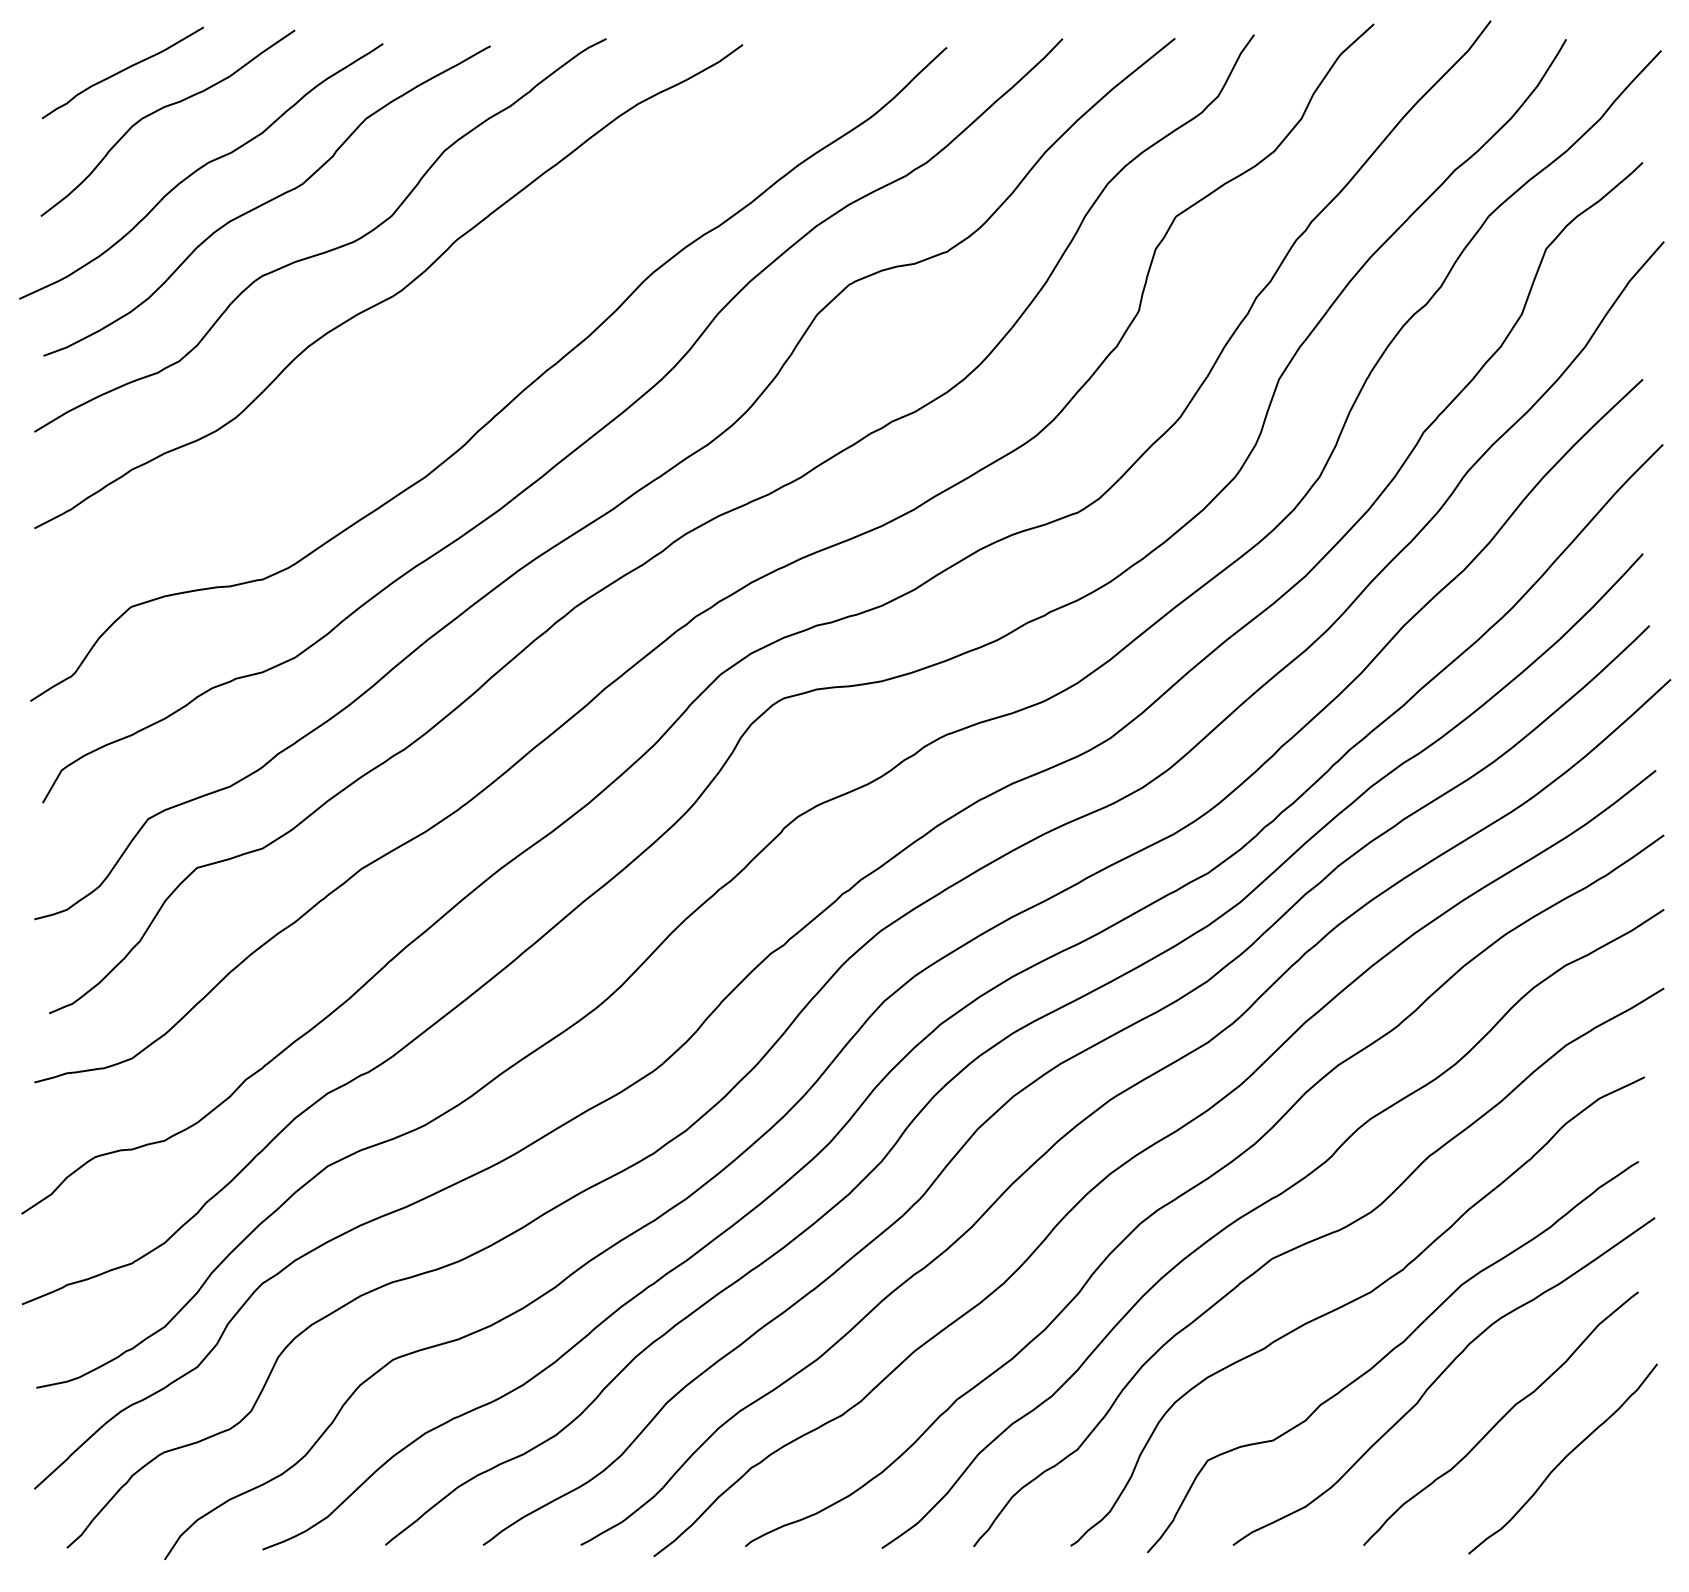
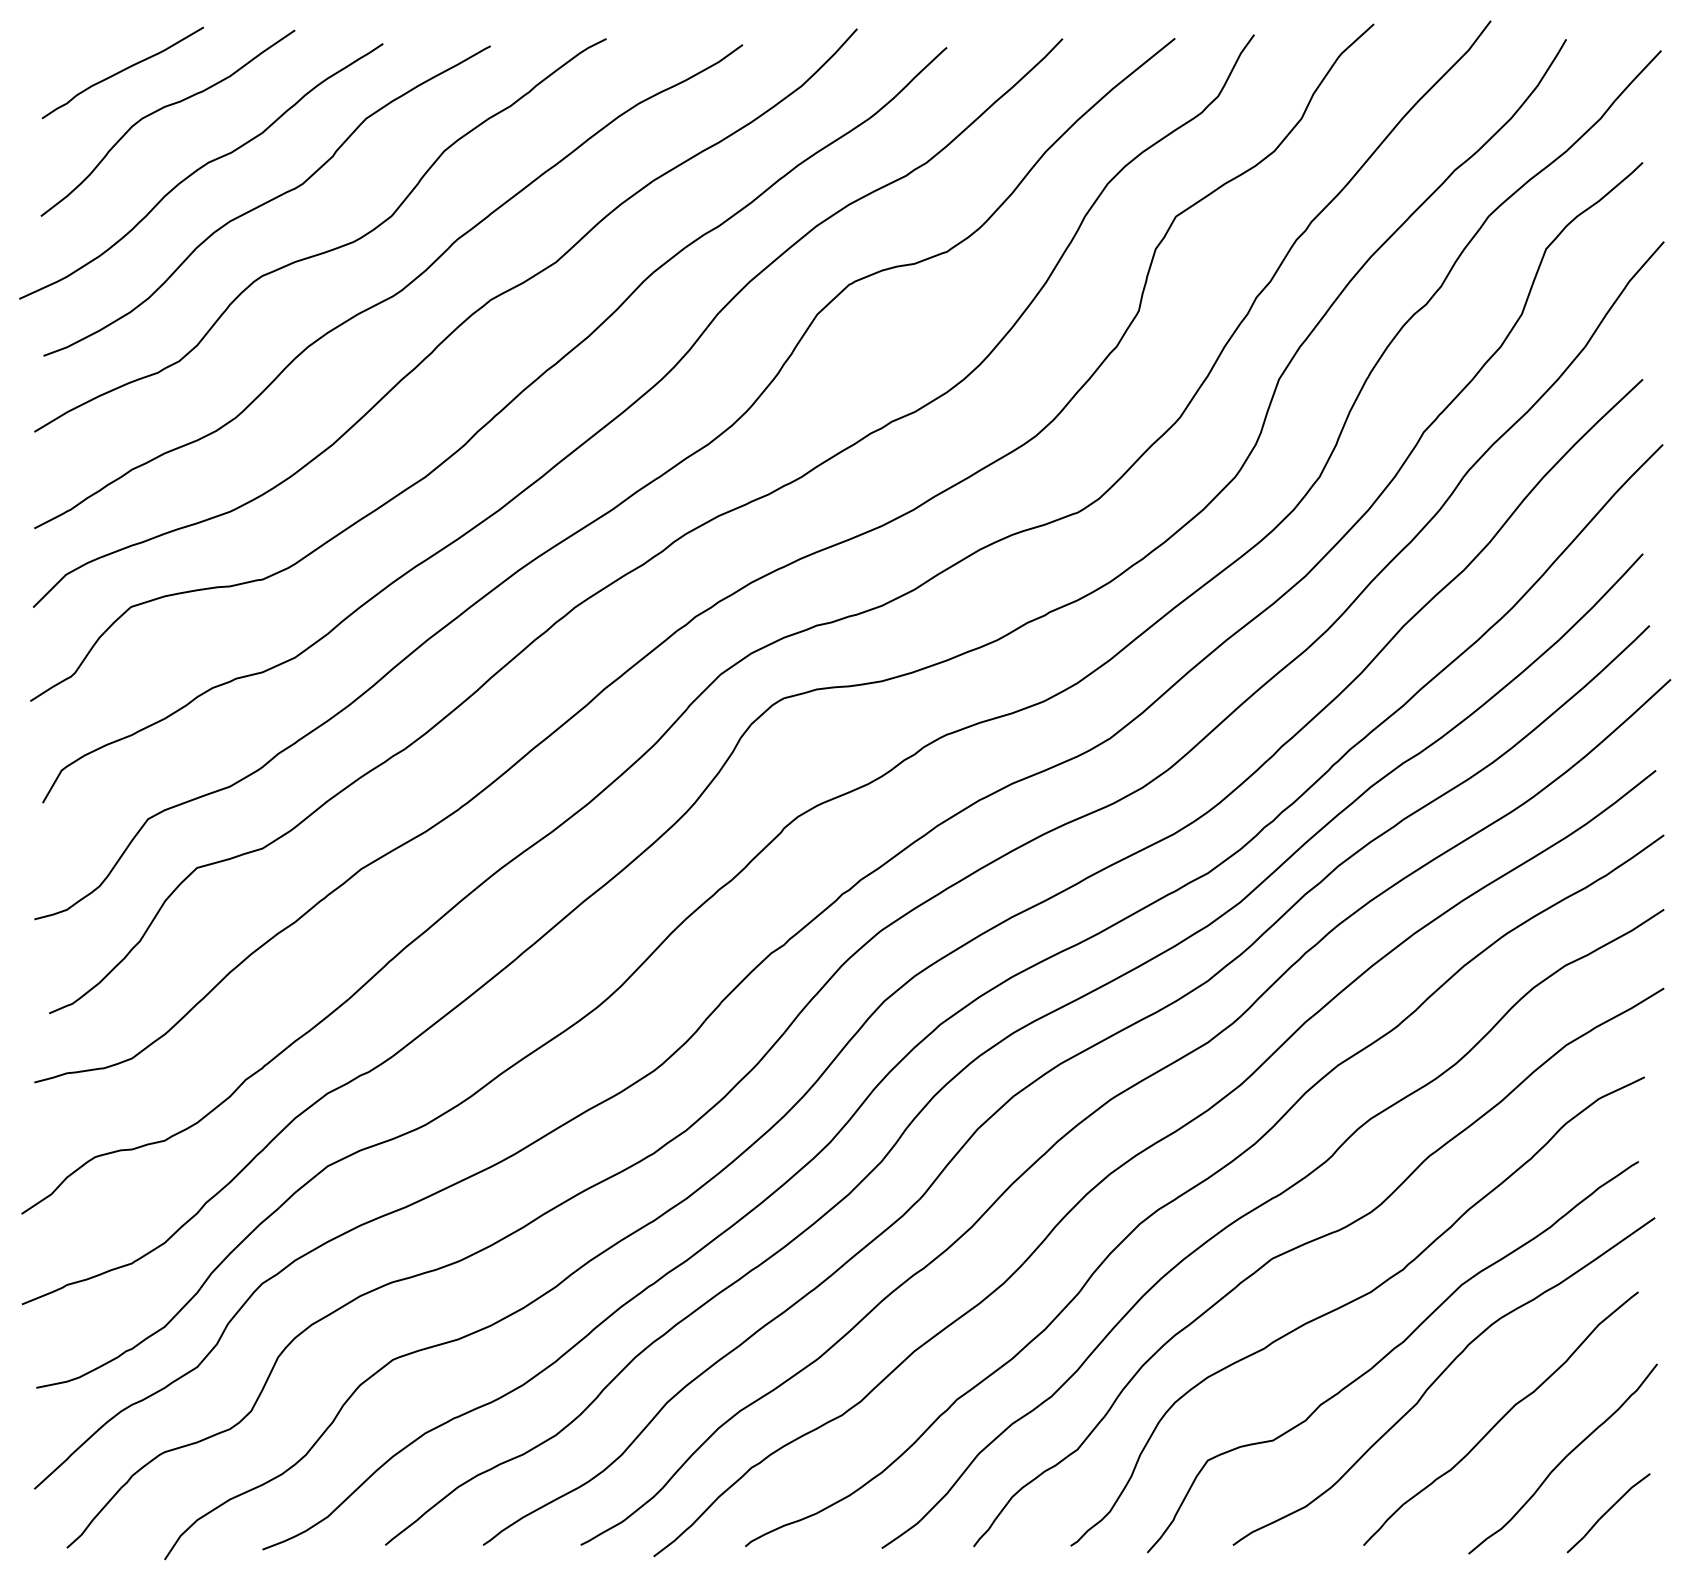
curve at (455, 328): none -> present
line at (1607, 1512): none -> present
